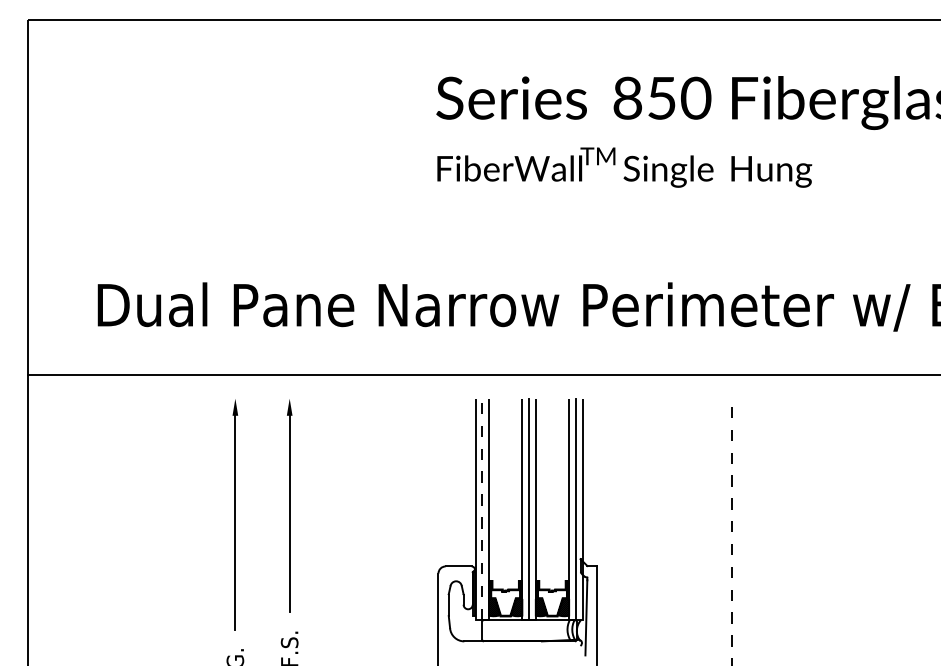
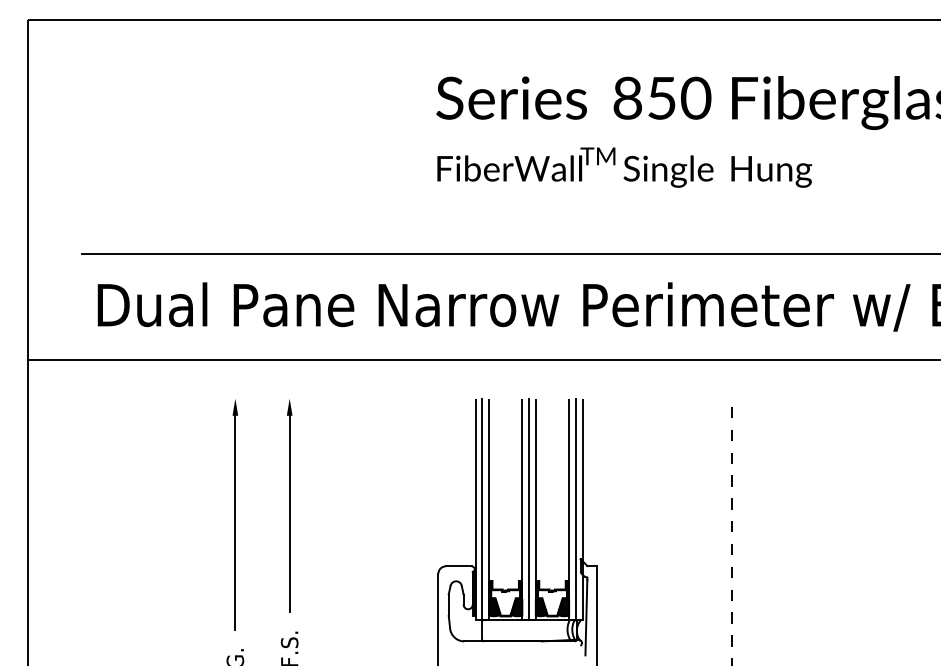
line at (509, 253): none -> present
line at (482, 374) position: (482, 374) -> (482, 359)
line at (482, 509): dashed -> solid
